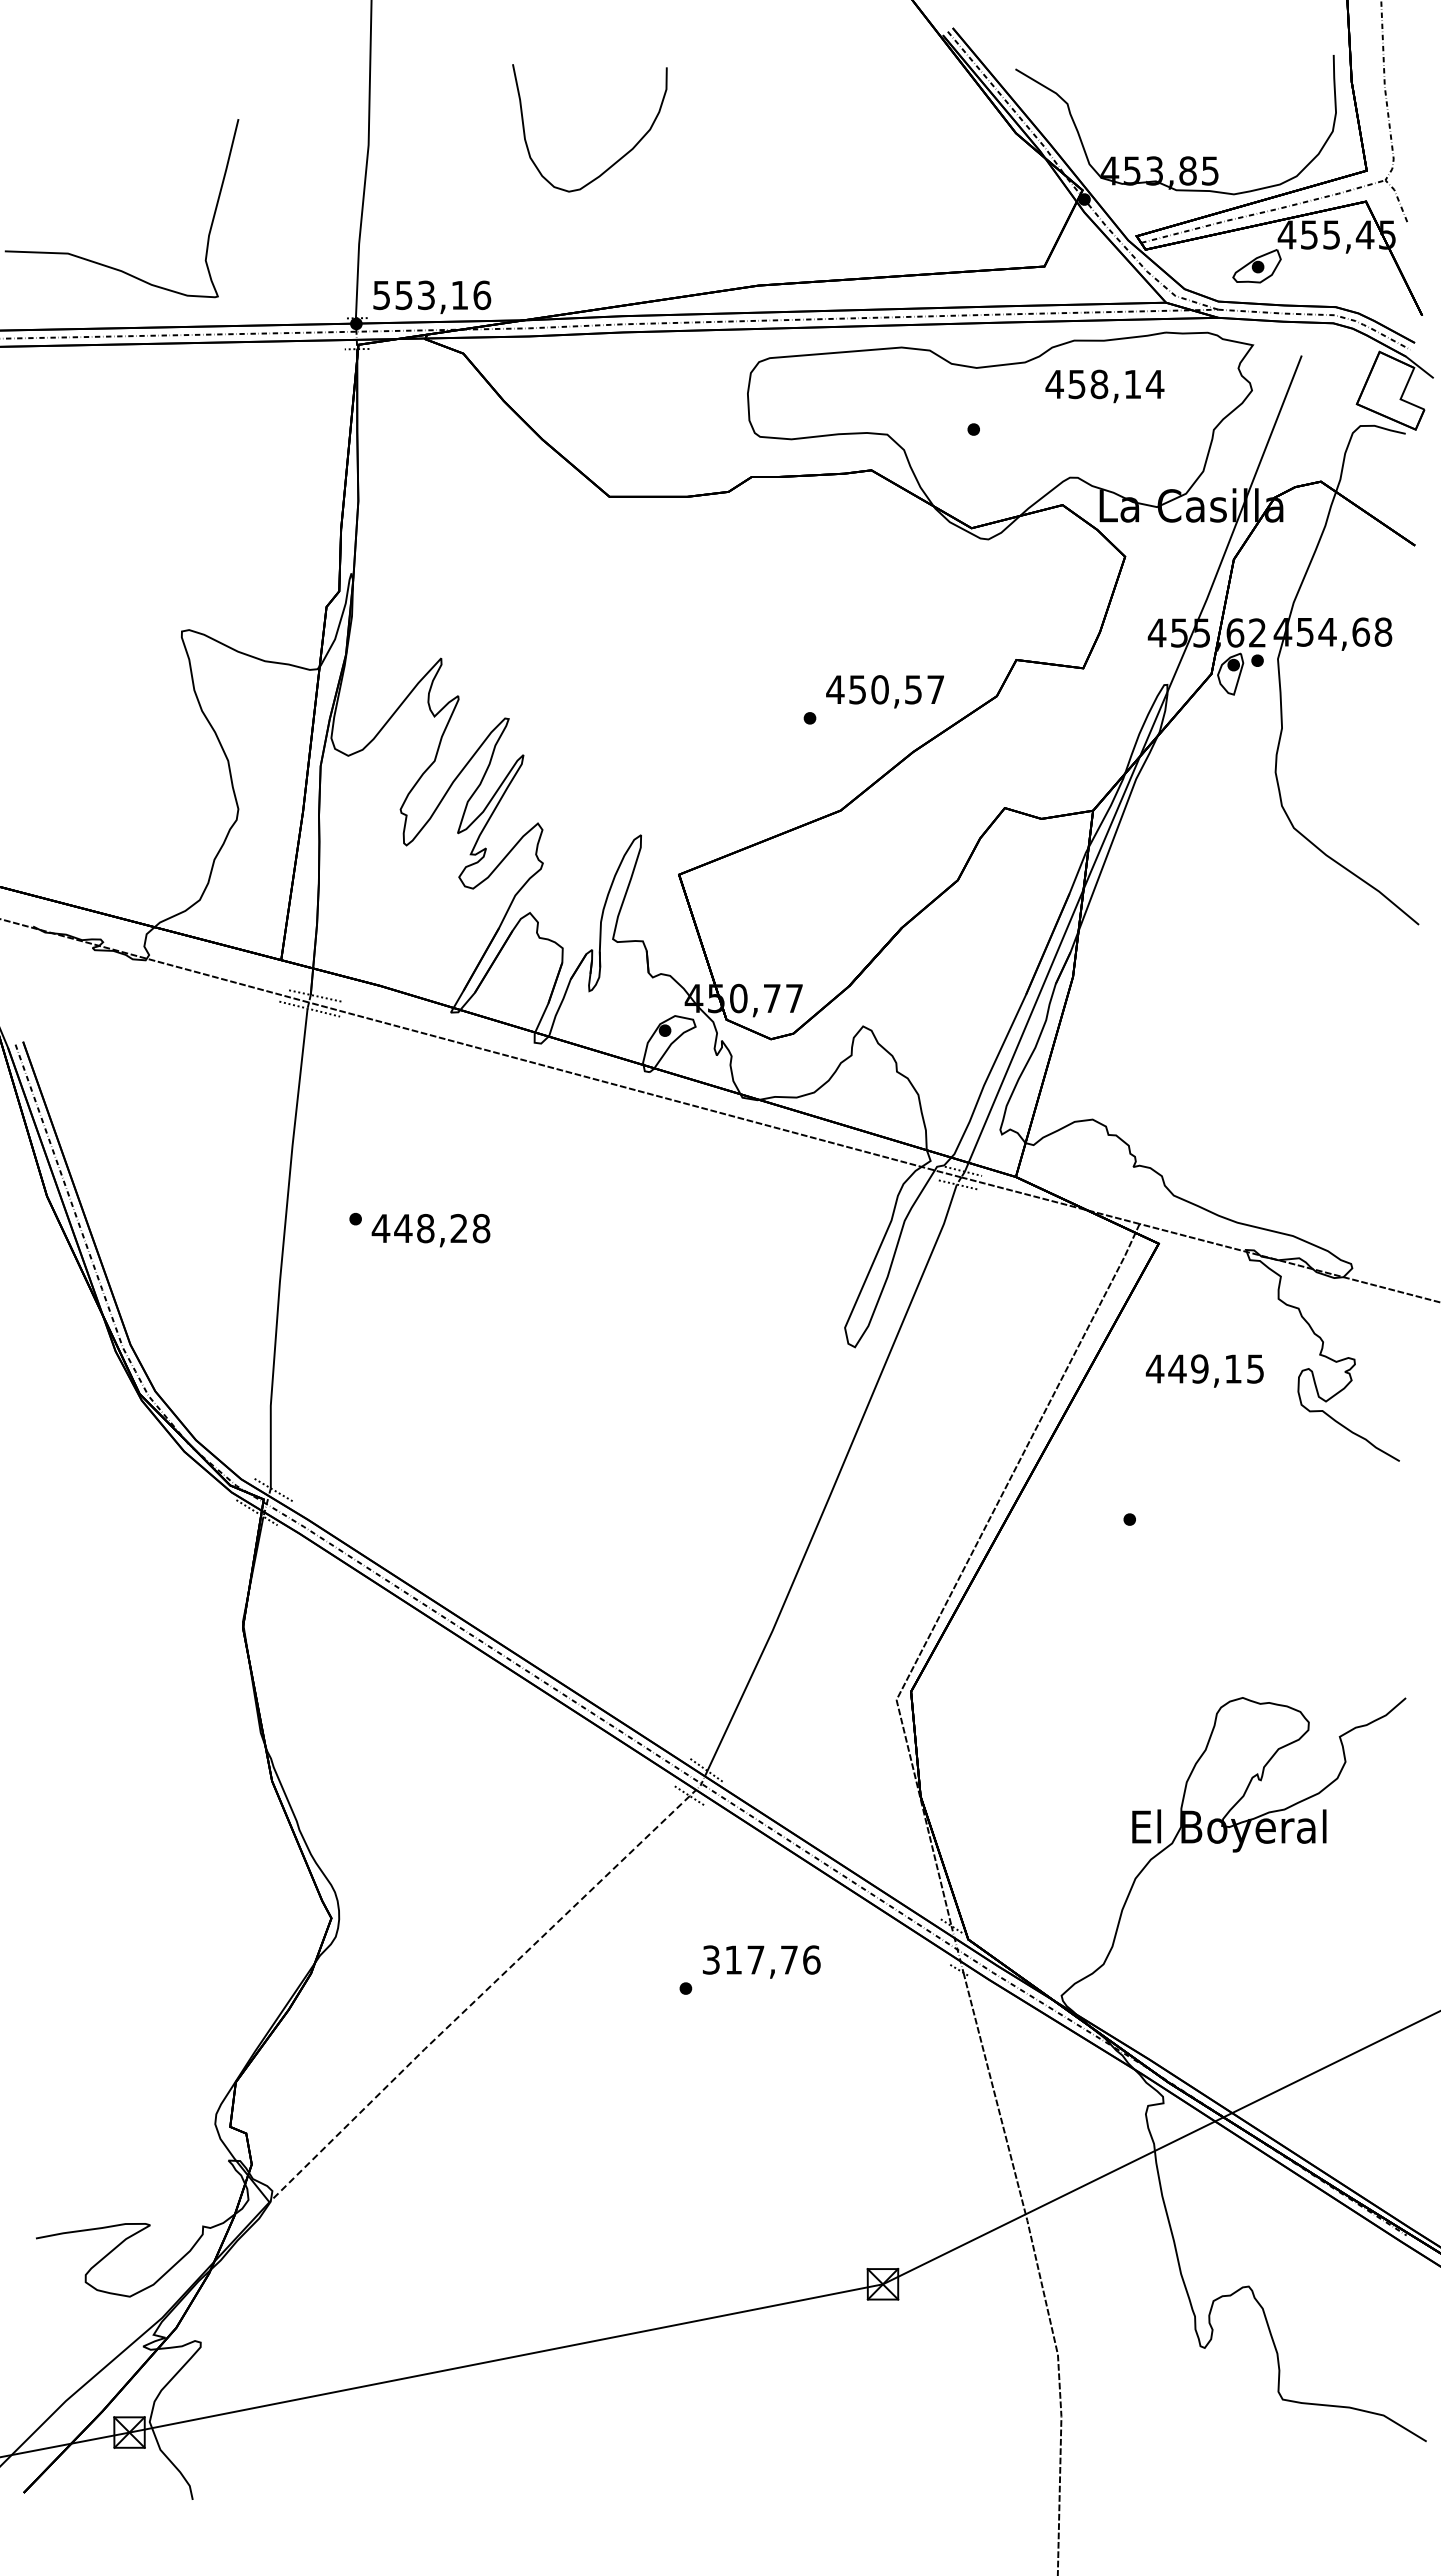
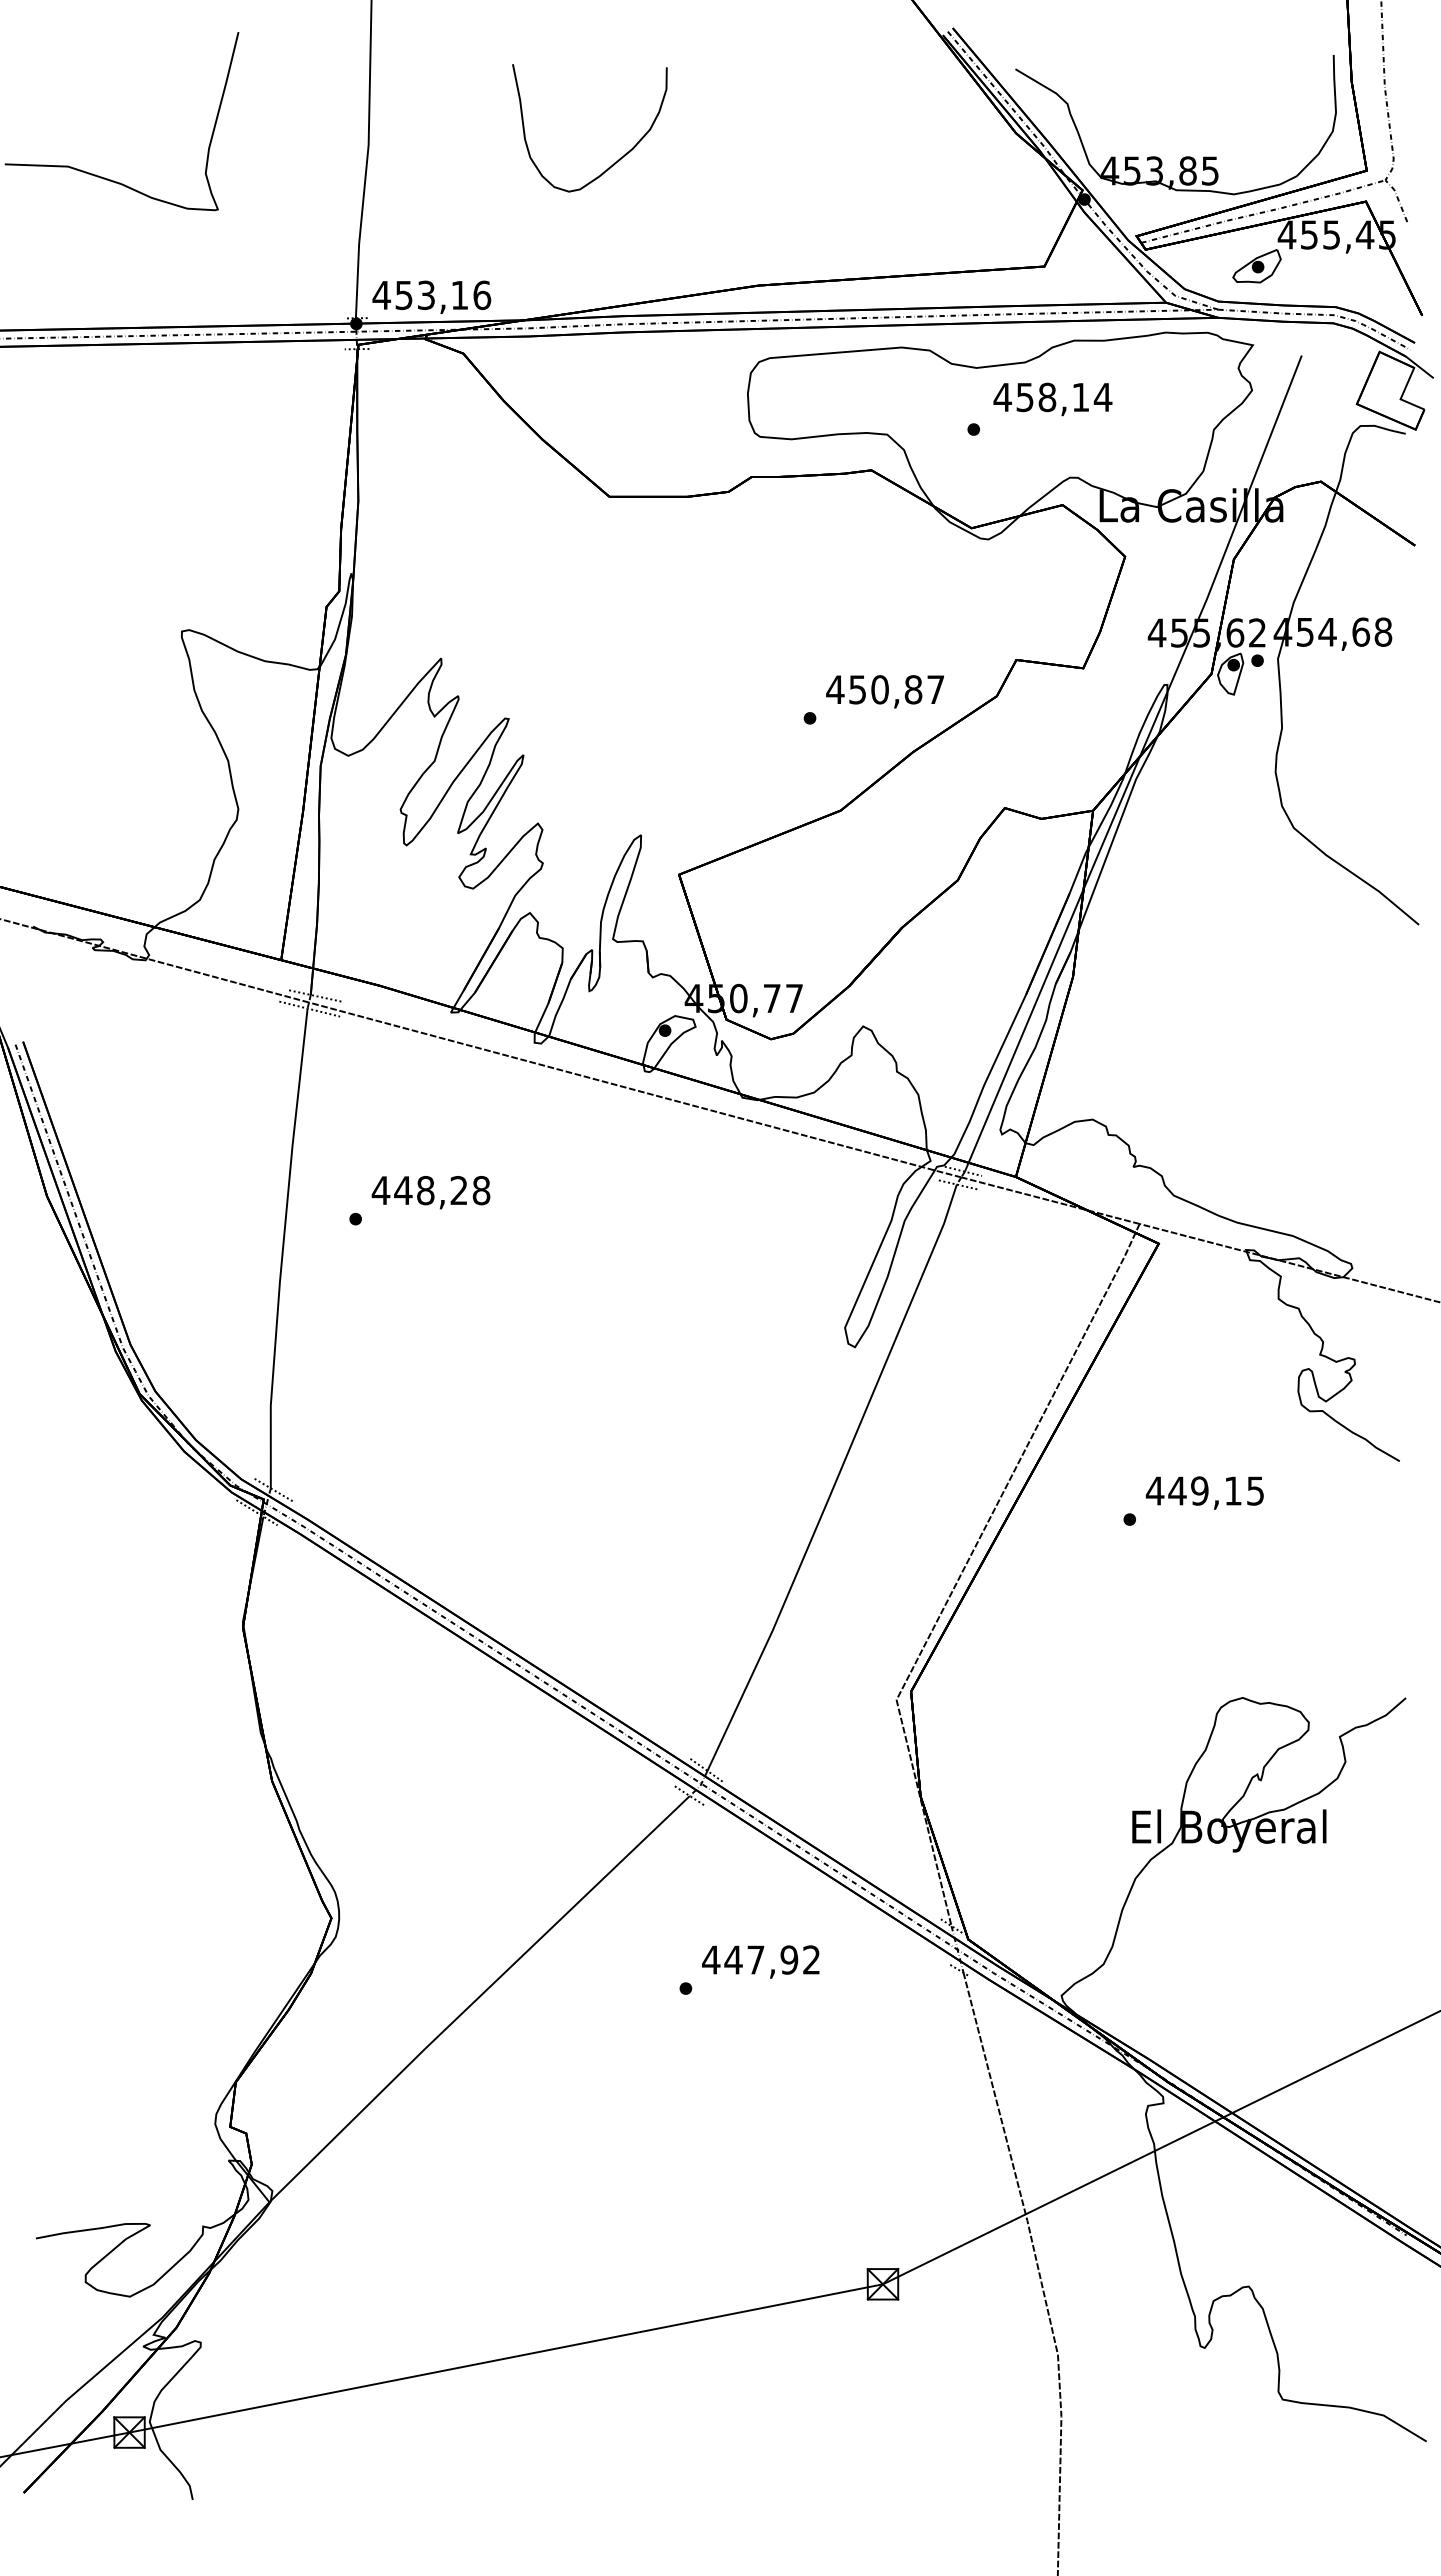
curve at (108, 265) position: (108, 265) -> (108, 178)
text at (381, 295): 553,16 -> 453,16
text at (1104, 386) position: (1104, 386) -> (1052, 399)
text at (913, 689): 450,57 -> 450,87
text at (430, 1230) position: (430, 1230) -> (430, 1192)
text at (1204, 1370) position: (1204, 1370) -> (1204, 1492)
text at (761, 1959): 317,76 -> 447,92
line at (477, 1998): dashed -> solid
